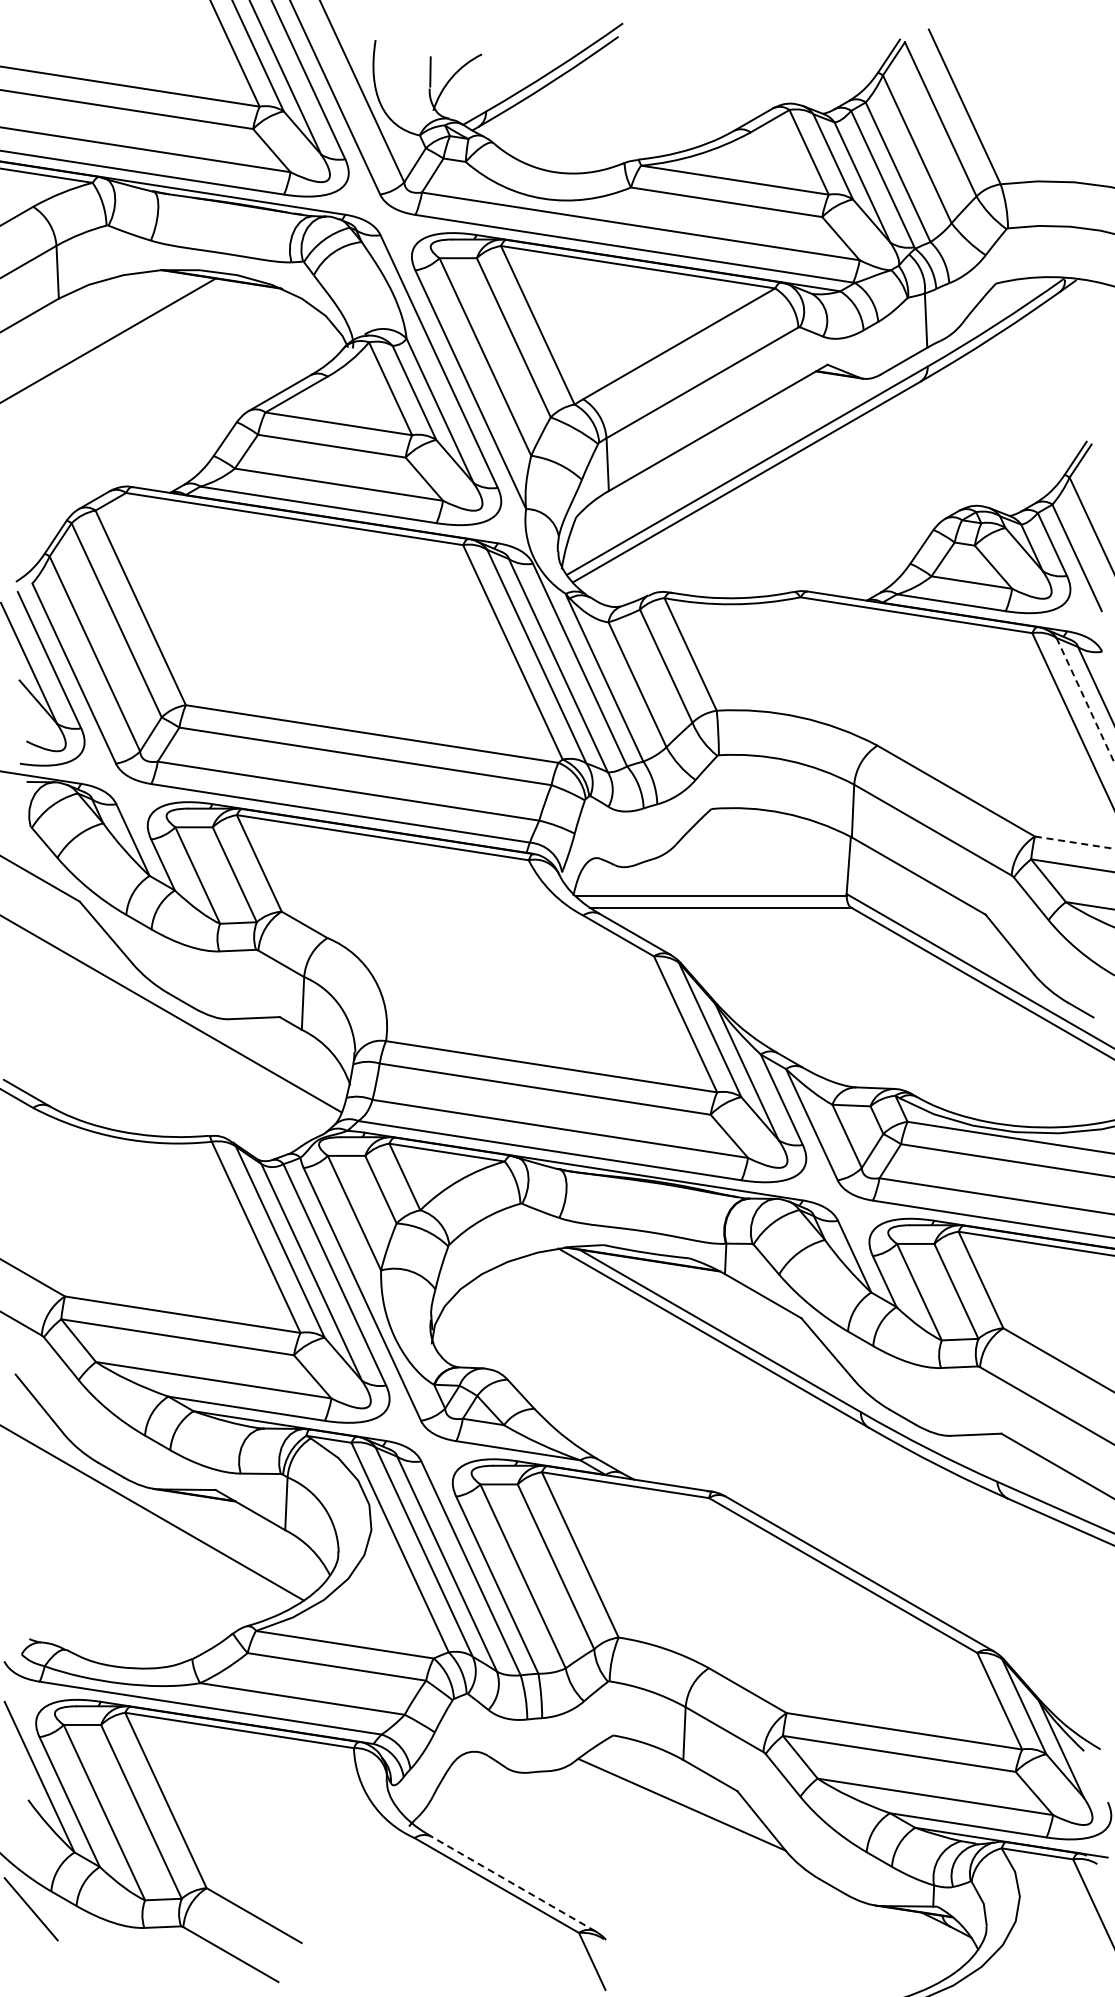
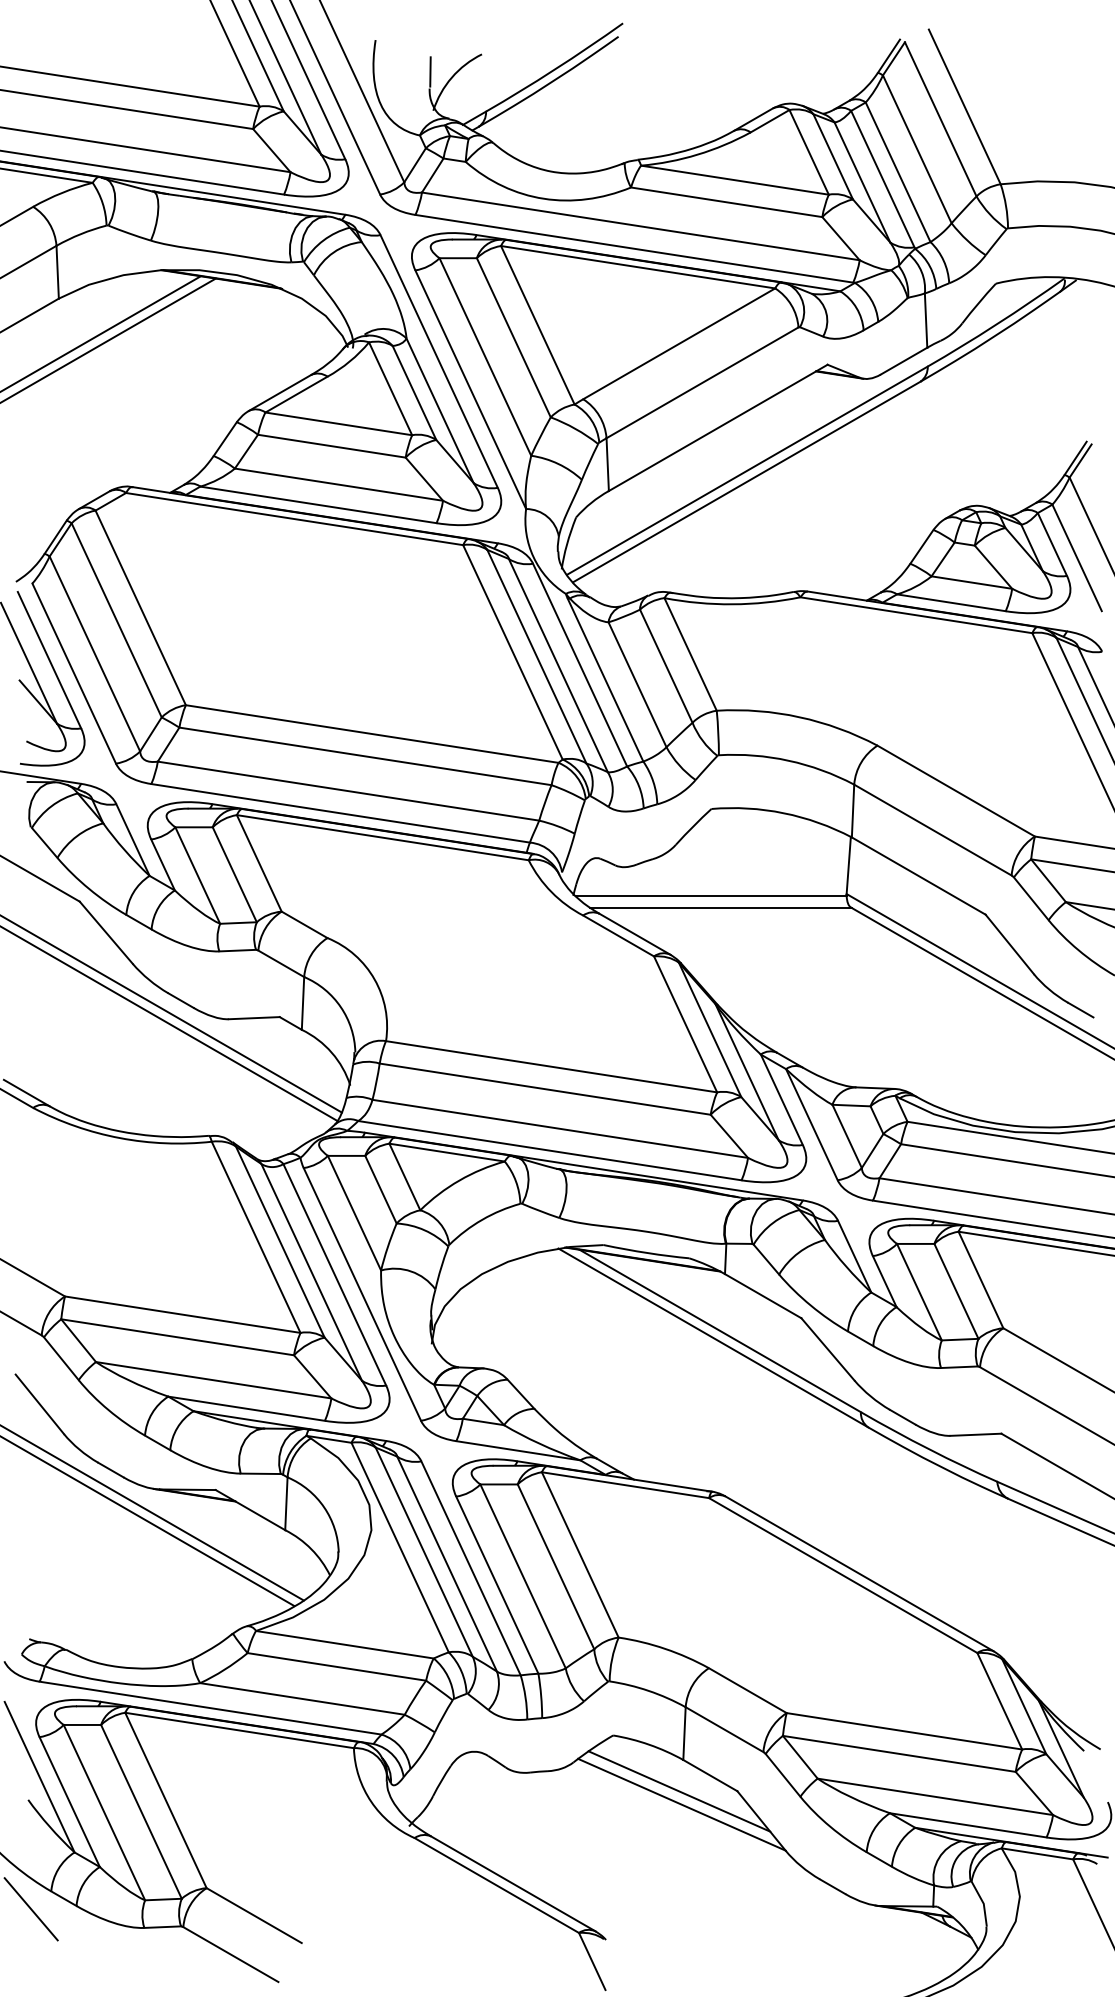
line at (101, 333): none -> present
line at (1085, 701): dashed -> solid
line at (1075, 842): dashed -> solid
line at (169, 1024): none -> present
line at (148, 1521): none -> present
line at (679, 1791): none -> present
line at (513, 1883): dashed -> solid
